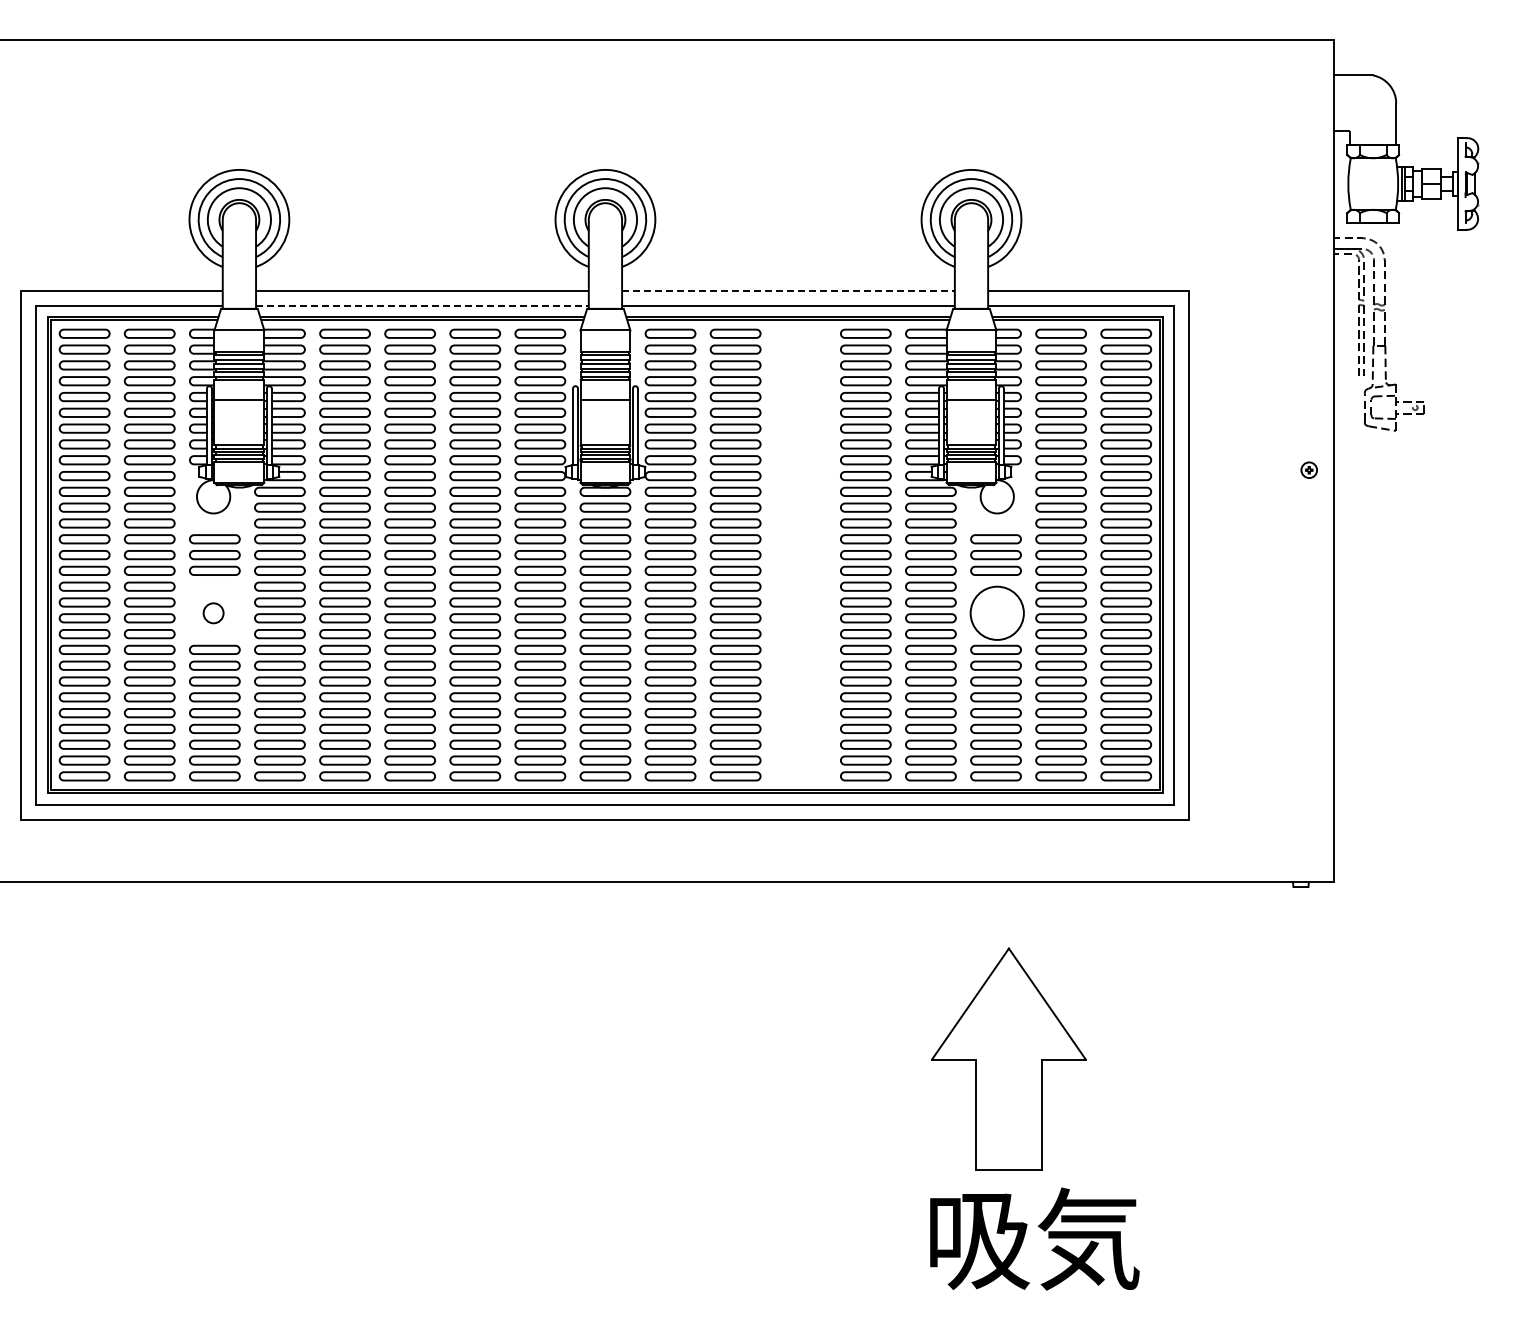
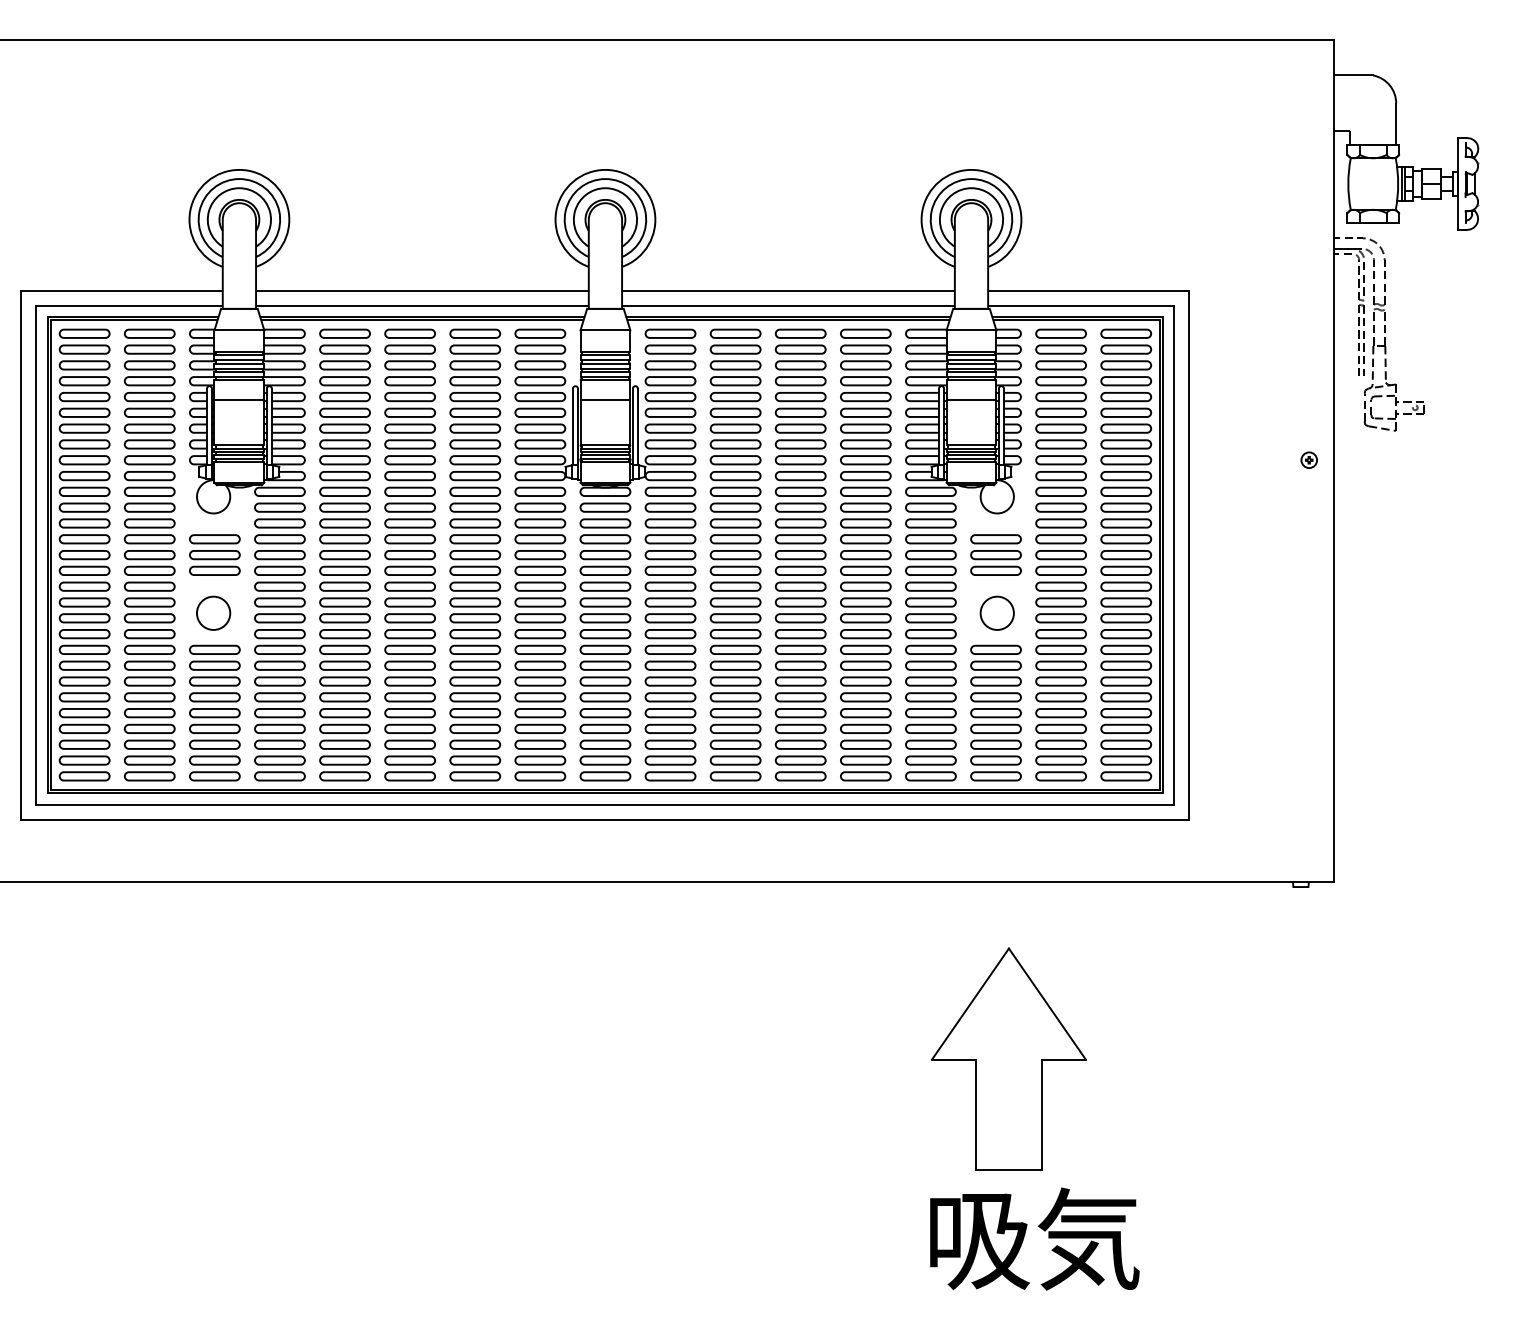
line at (788, 290): dashed -> solid
line at (422, 305): dashed -> solid
part at (1308, 469) position: (1308, 469) -> (1308, 459)
part at (800, 554): none -> present
circle at (996, 612) diameter: 53 px -> 33 px
circle at (213, 613) diameter: 20 px -> 33 px
